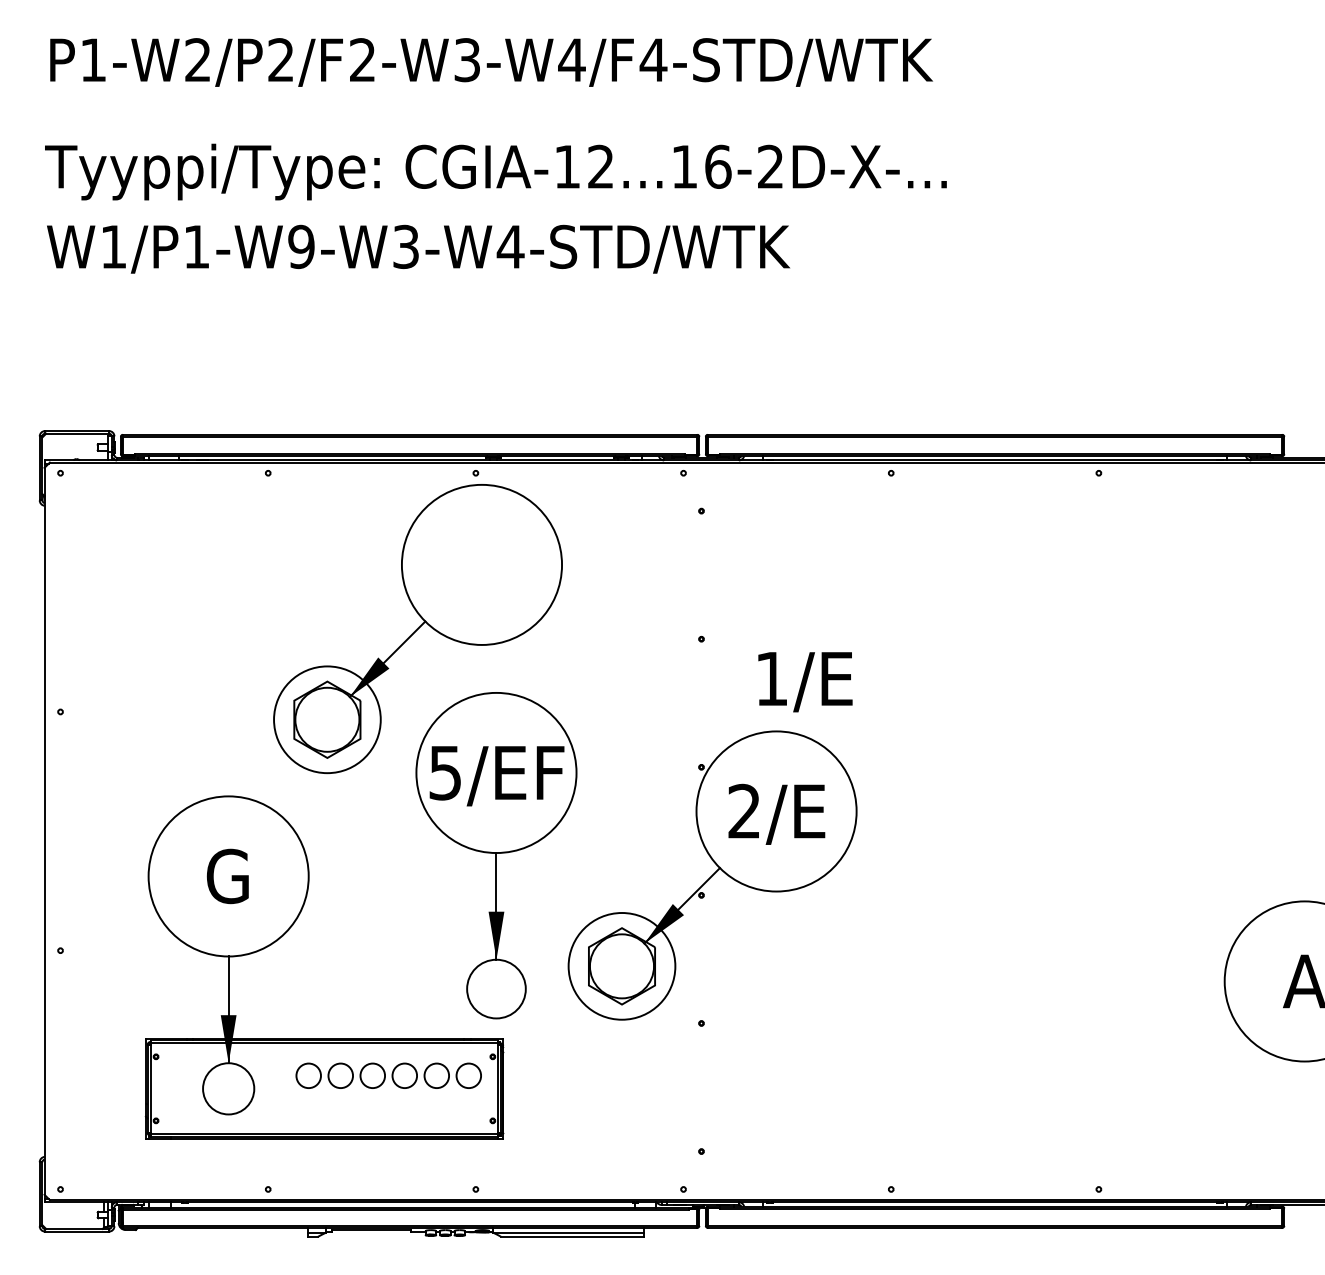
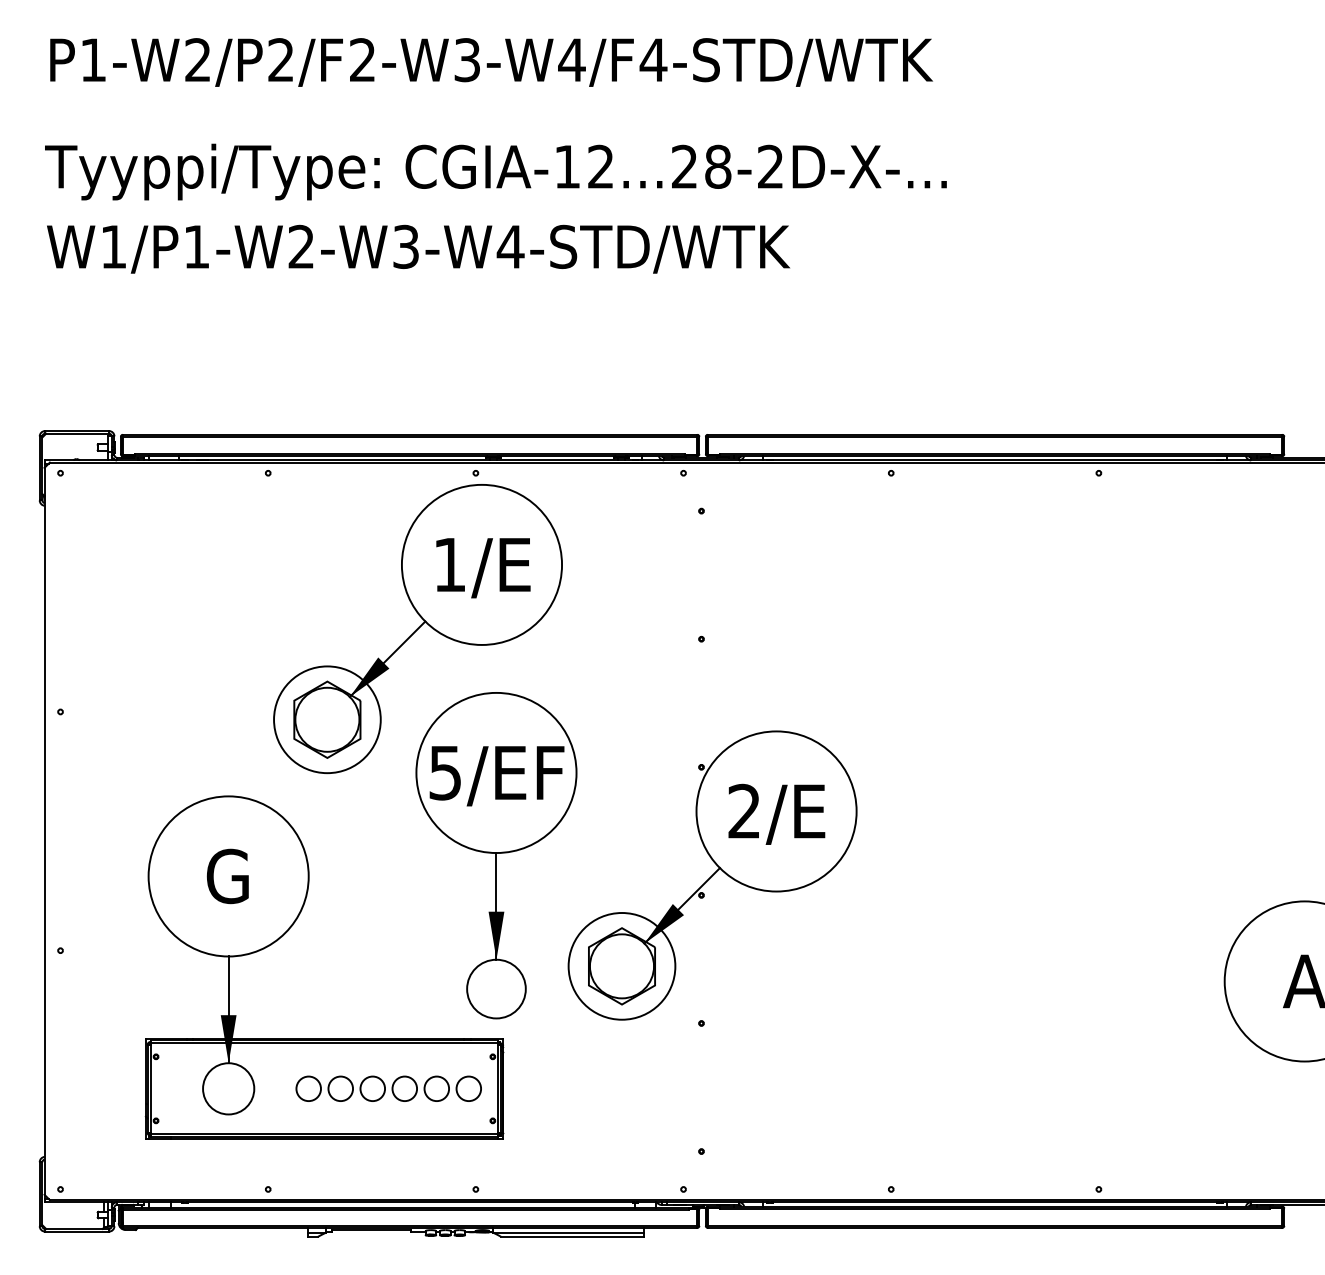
text at (701, 166): CGIA-12...16-2D-X-... -> CGIA-12...28-2D-X-...
text at (301, 247): W1/P1-W9-W3-W4-STD/WTK -> W1/P1-W2-W3-W4-STD/WTK
text at (805, 682) position: (805, 682) -> (483, 568)
part at (388, 1075) position: (388, 1075) -> (388, 1088)
